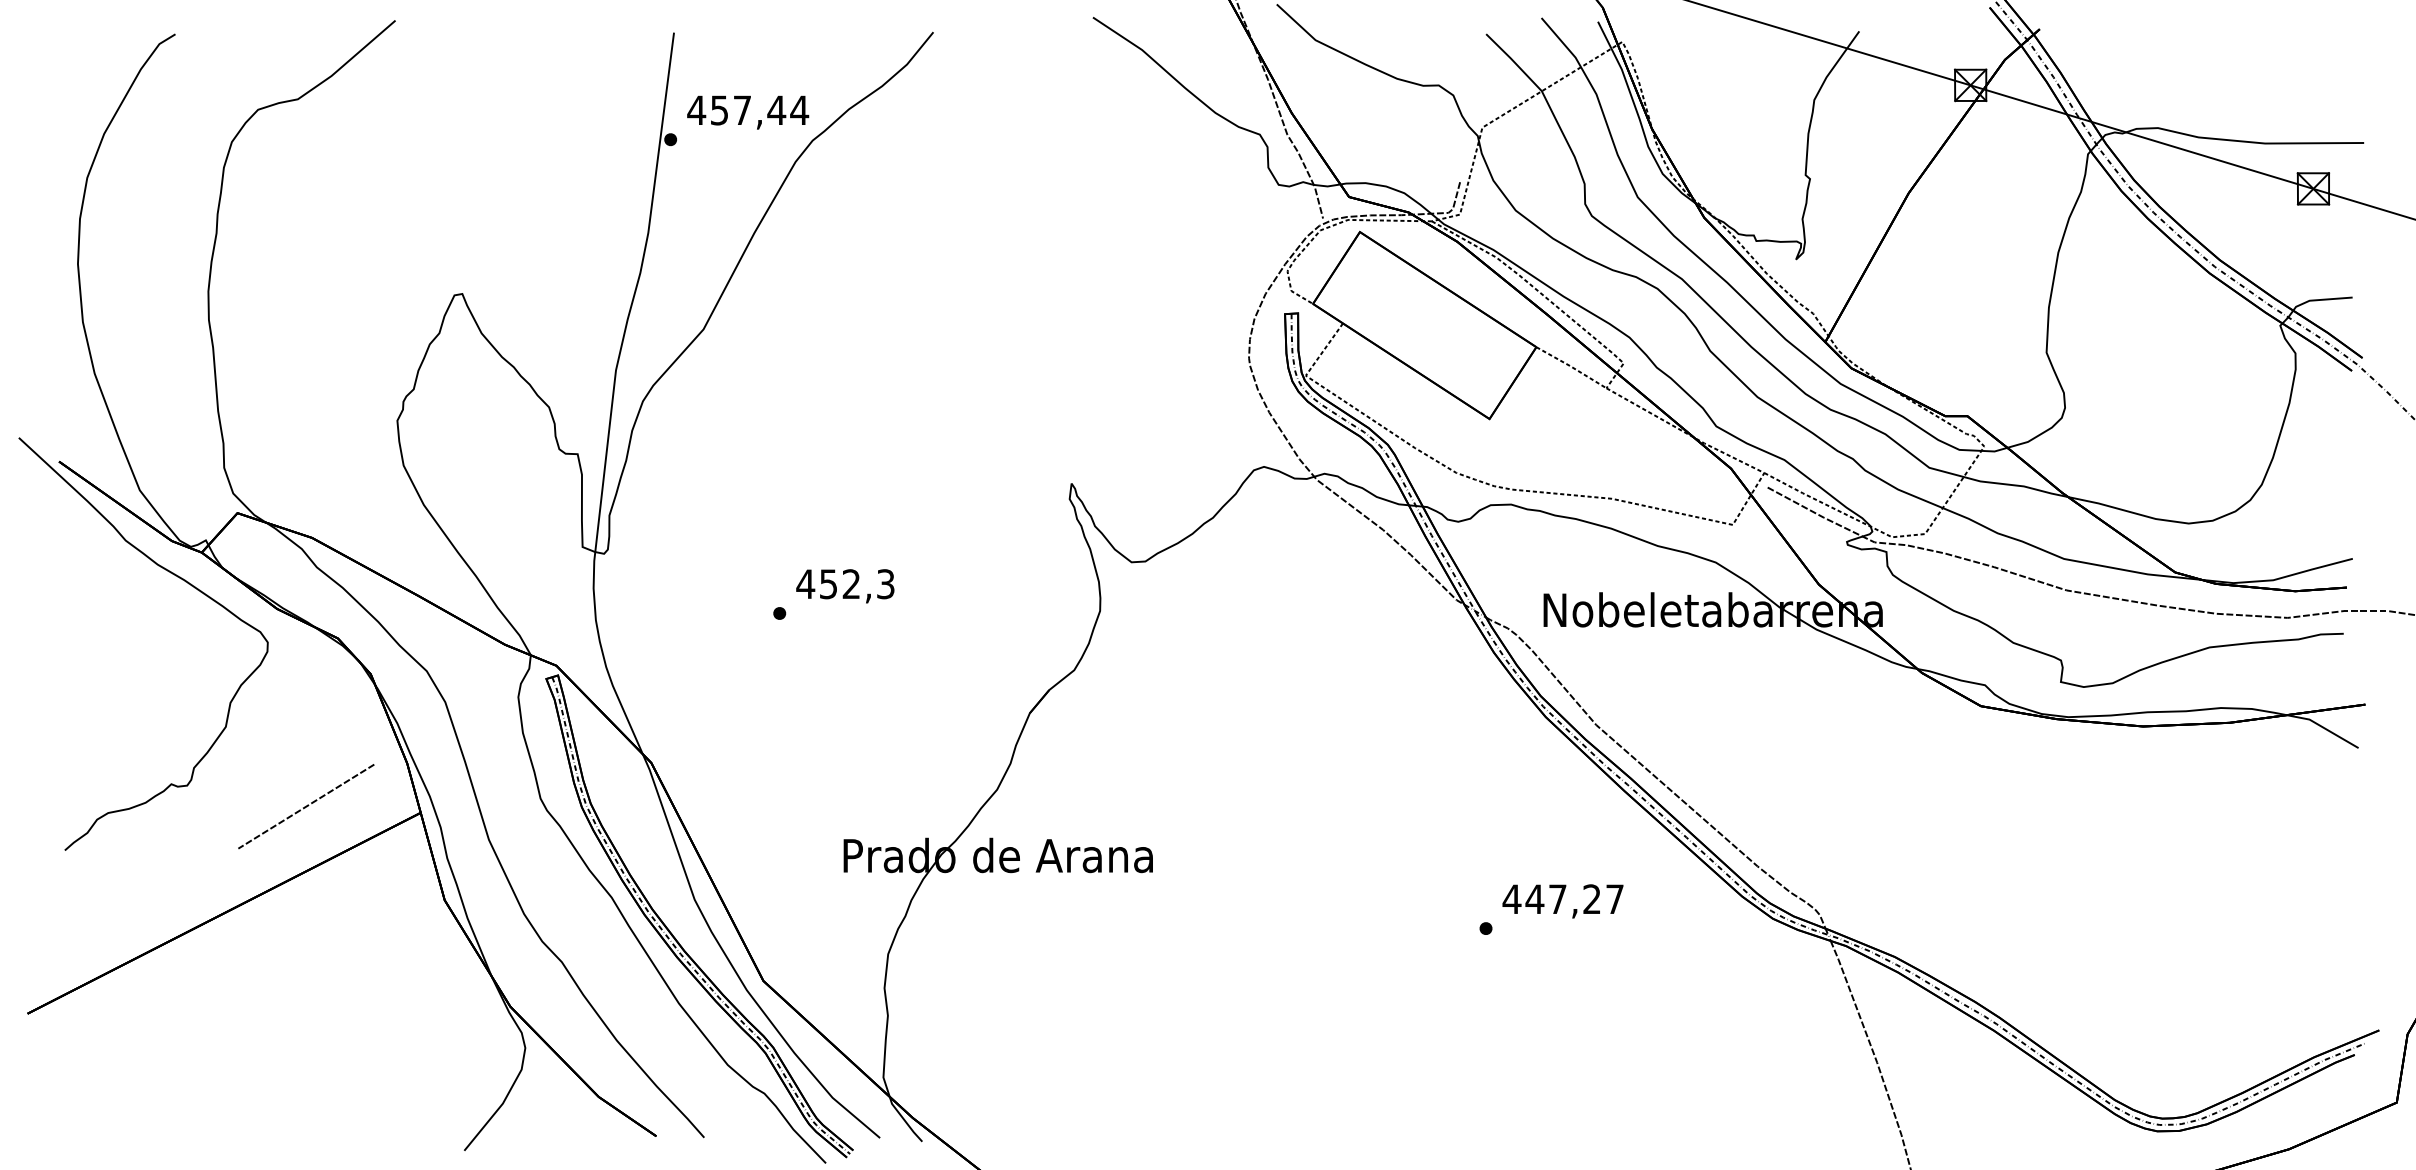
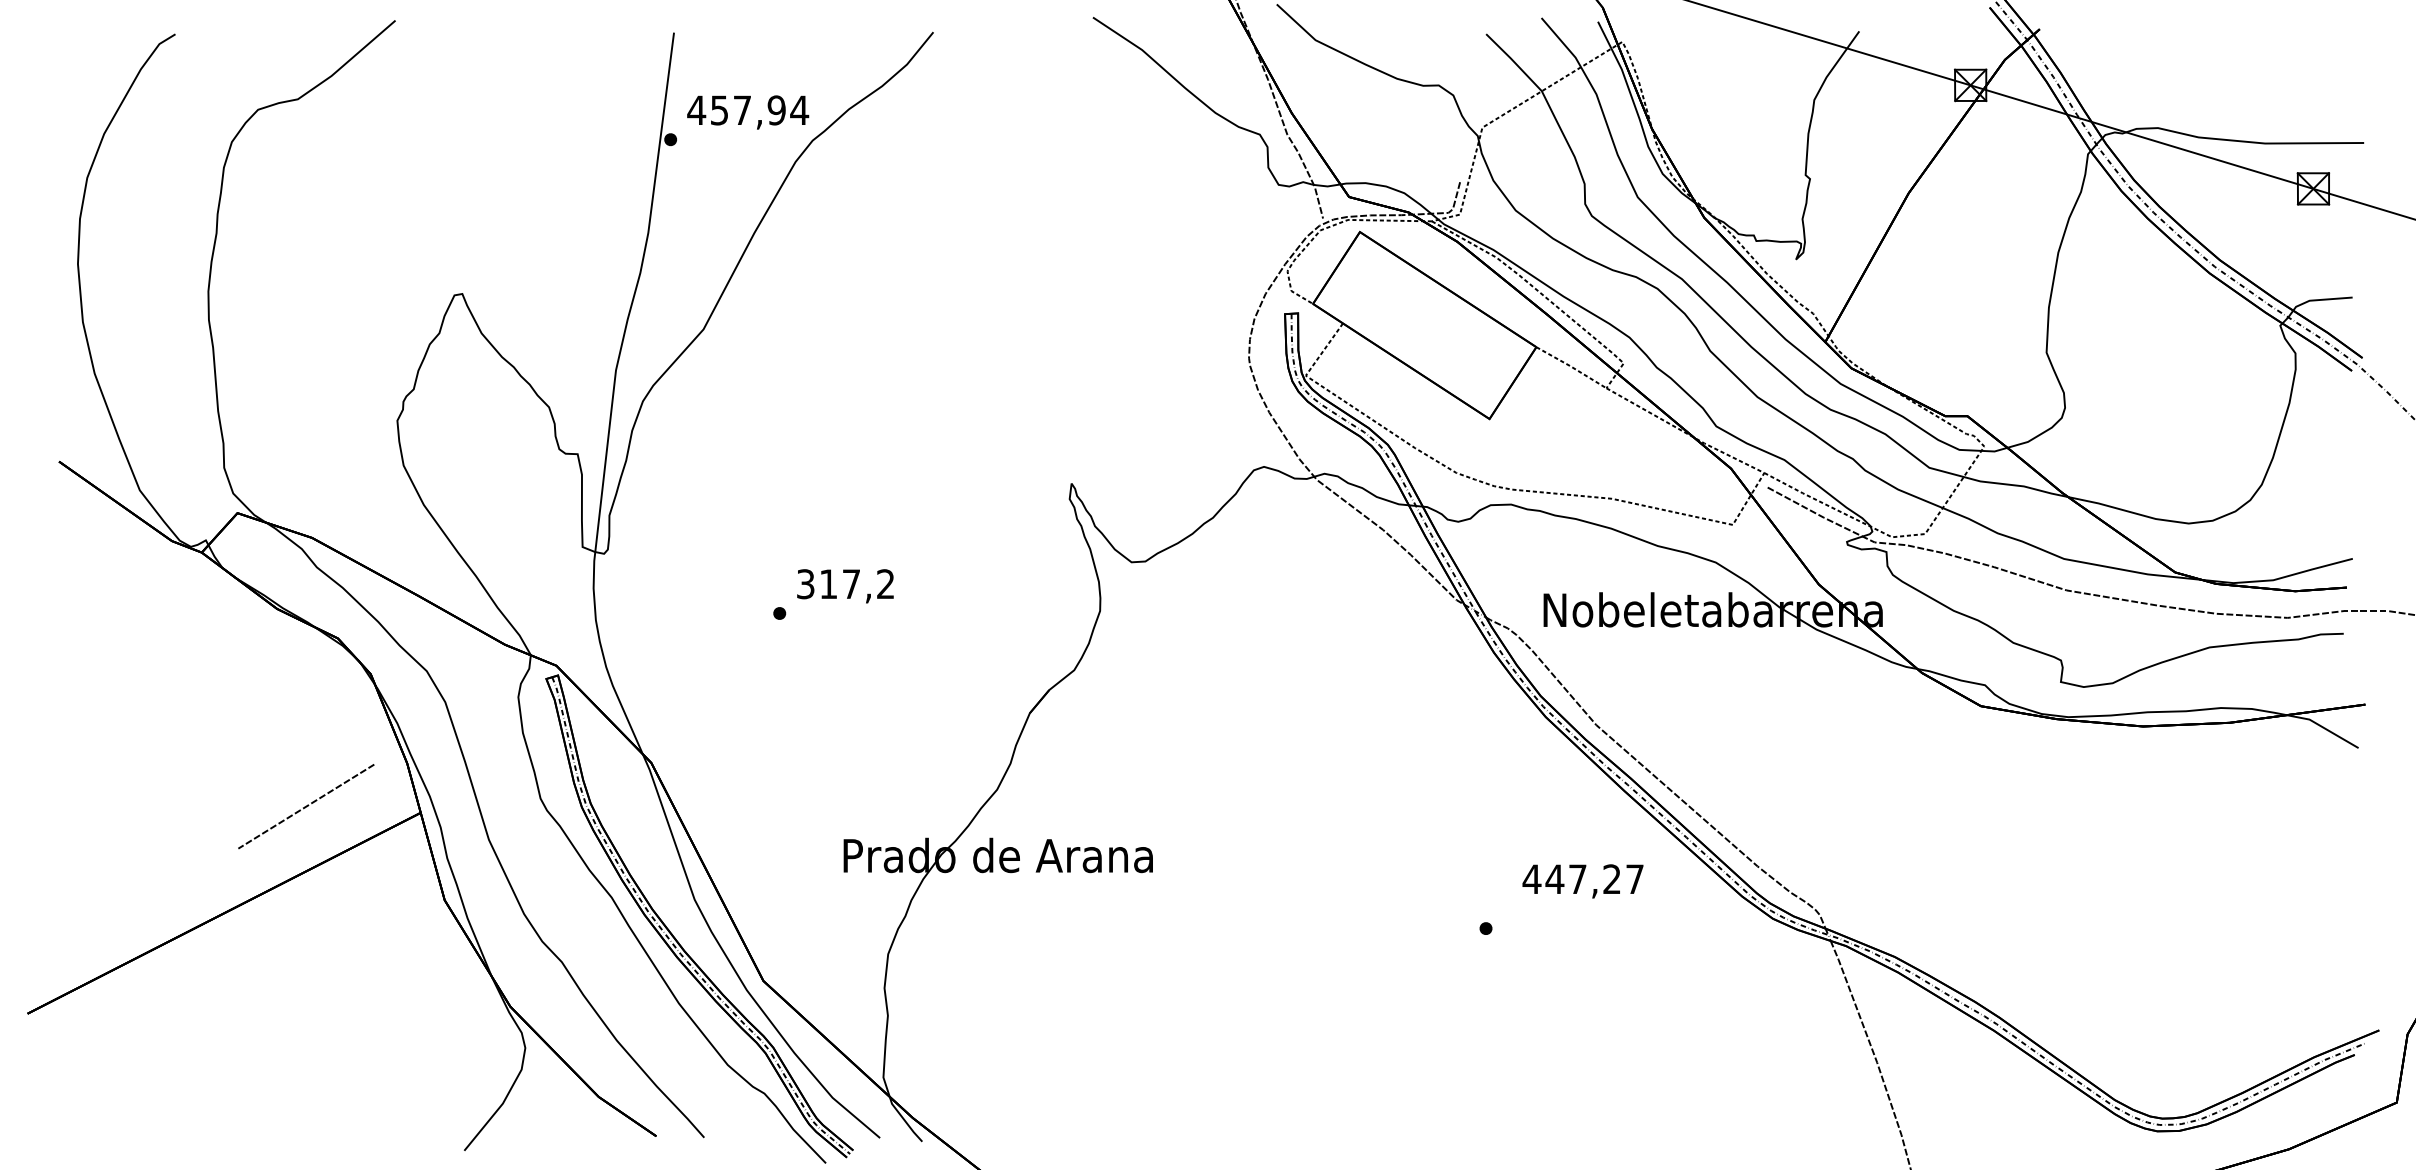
text at (776, 110): 457,44 -> 457,94
curve at (185, 582): present -> none
text at (845, 584): 452,3 -> 317,2
text at (1562, 901) position: (1562, 901) -> (1582, 881)
